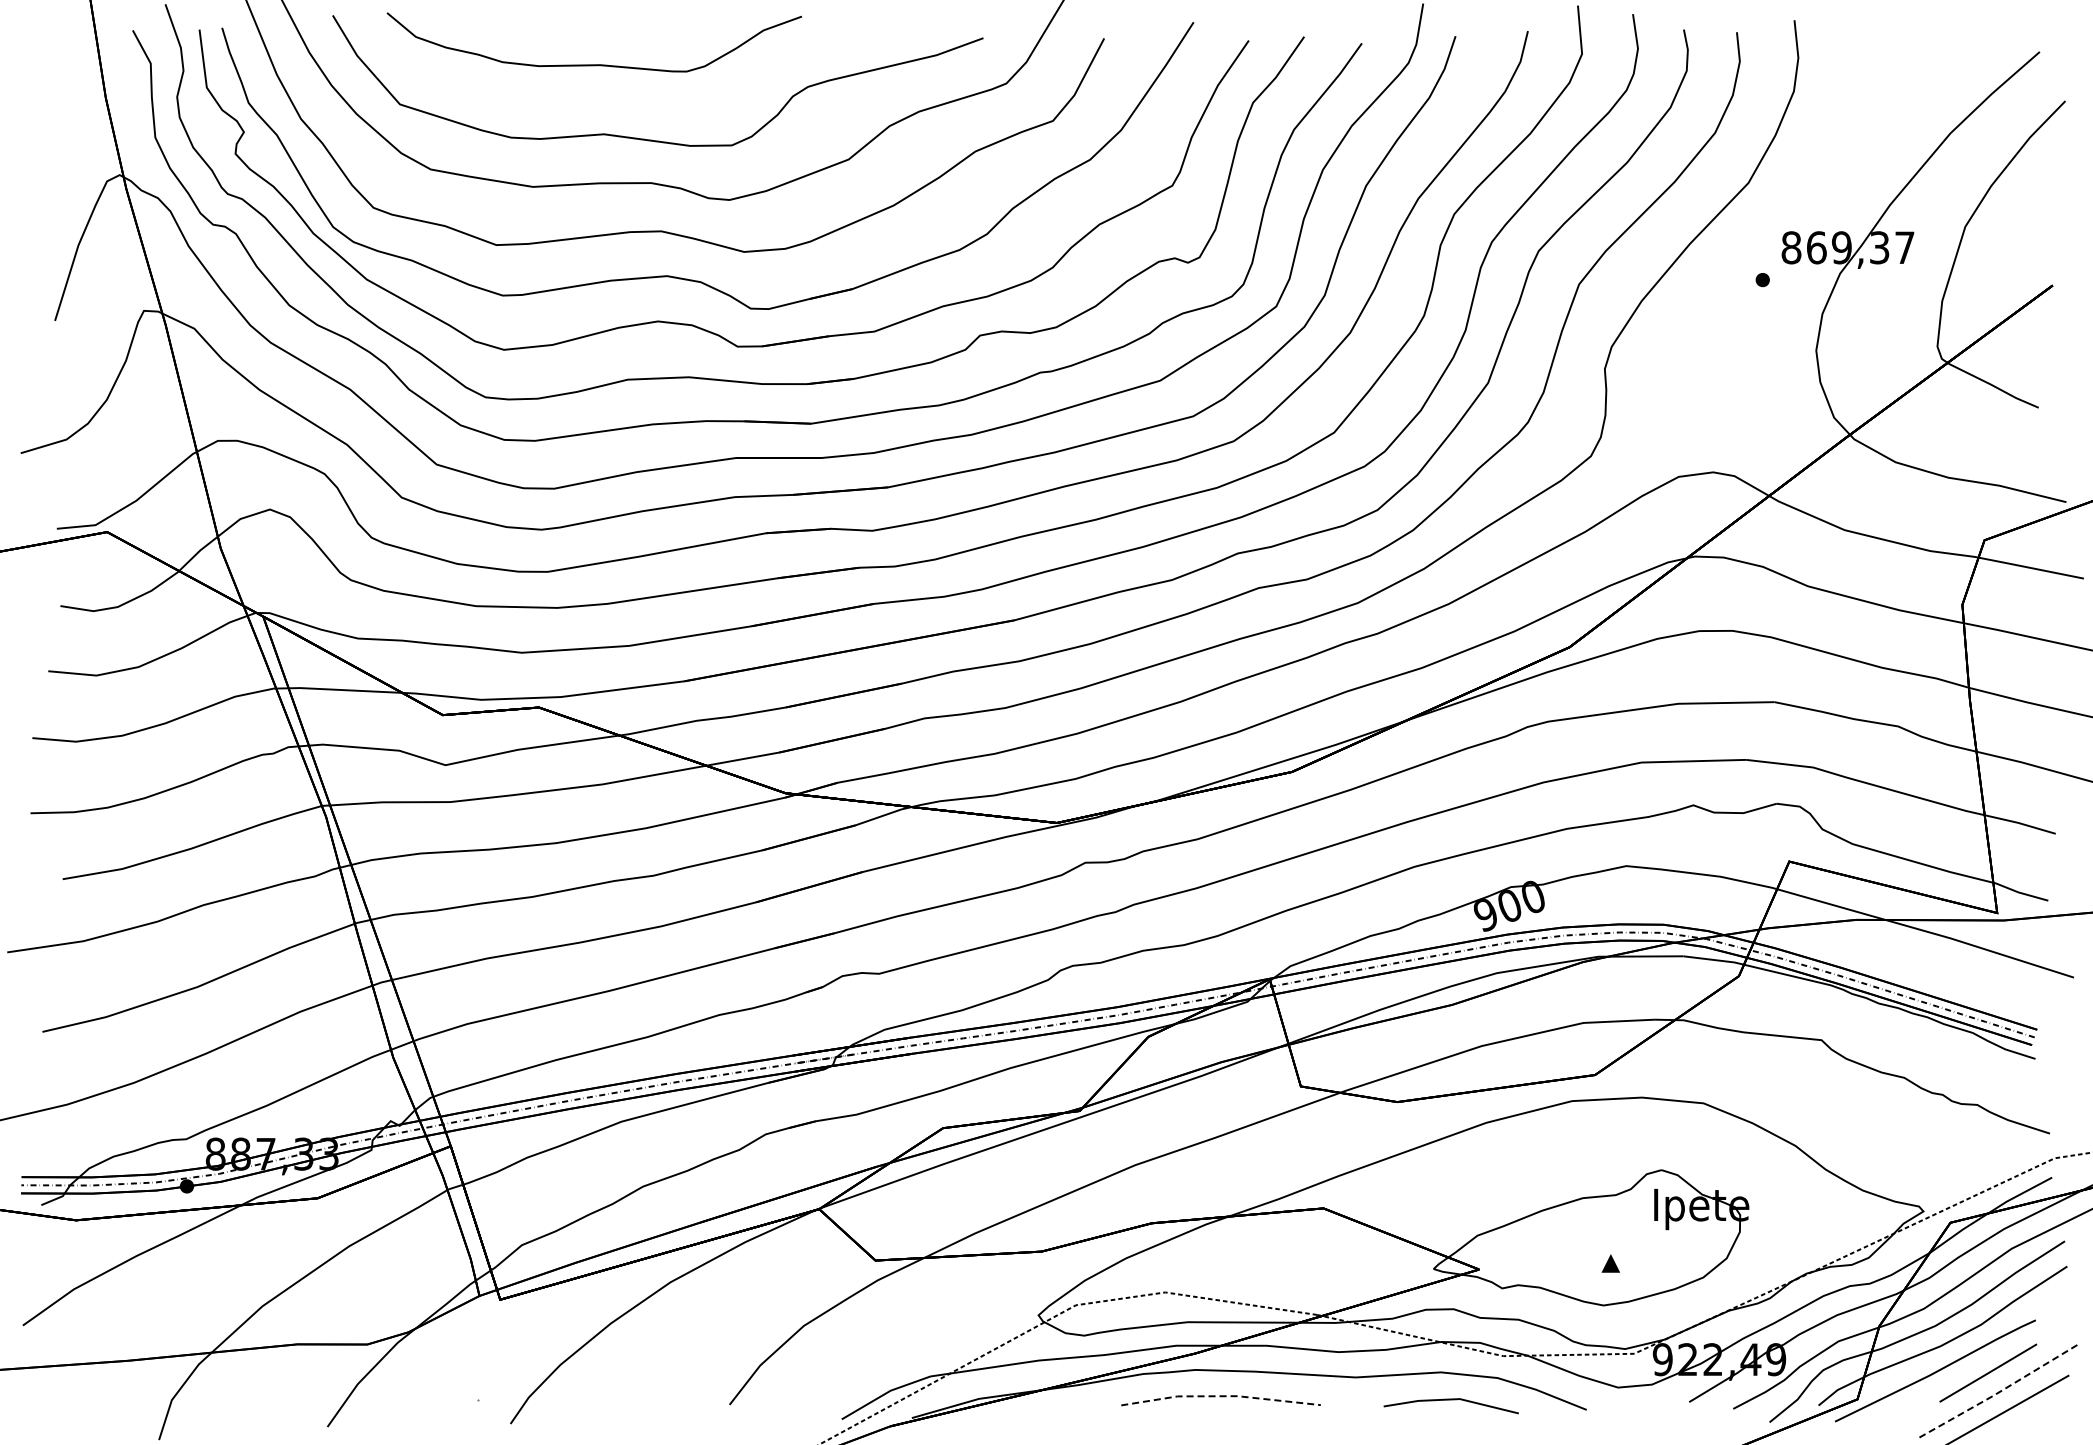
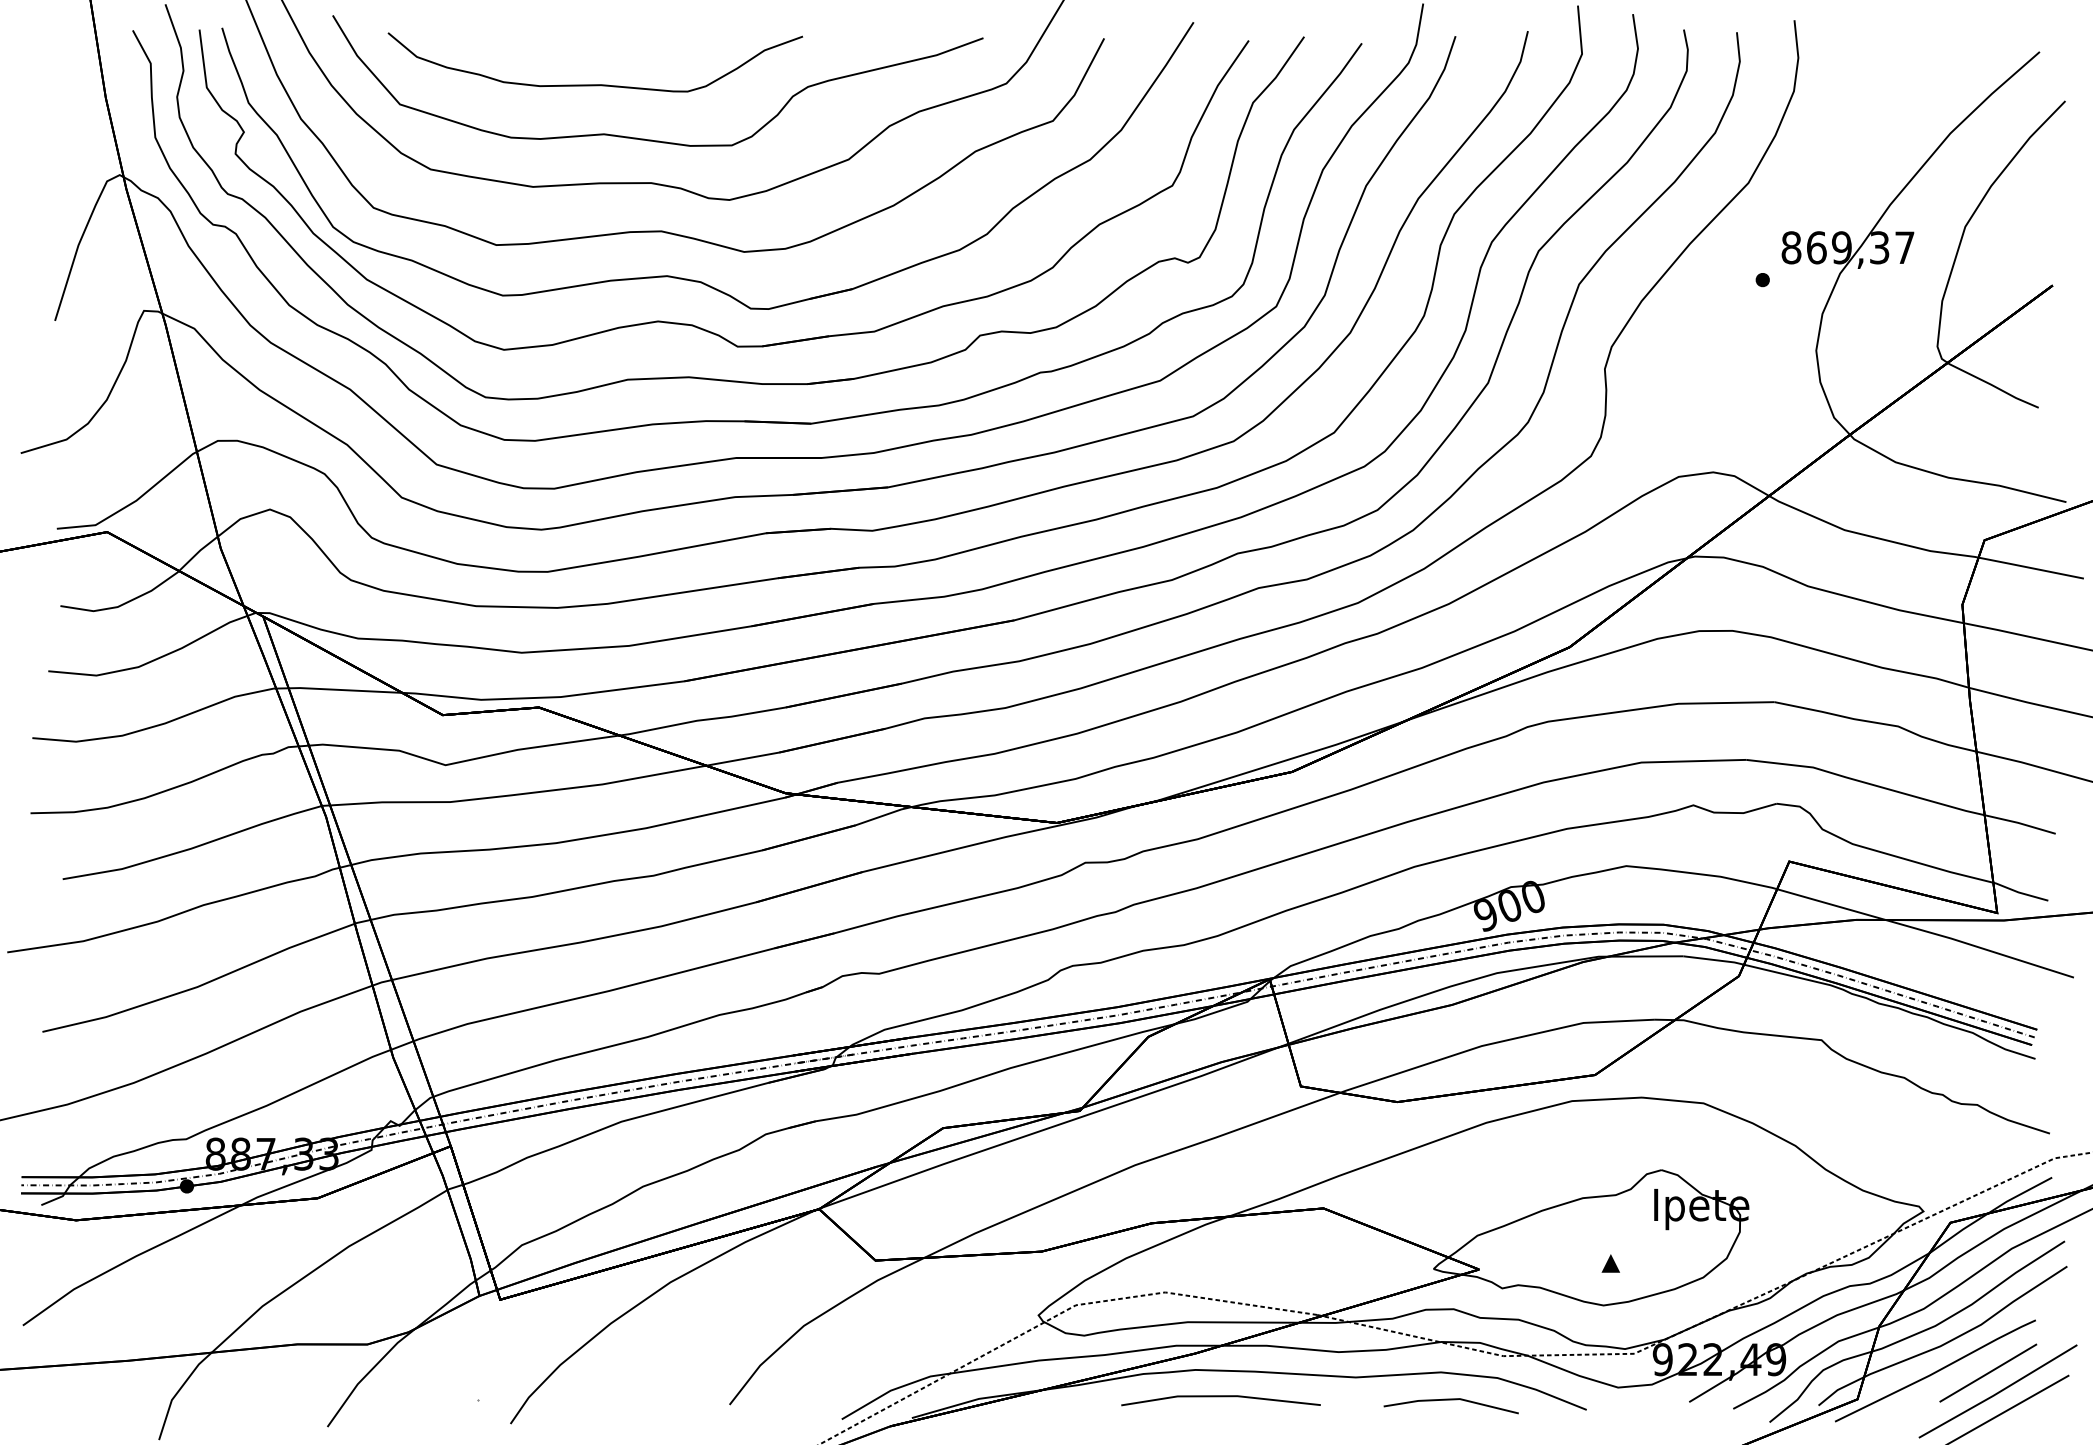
curve at (594, 64) position: (594, 64) -> (595, 84)
line at (1998, 1392): dashed -> solid
line at (1220, 1396): dashed -> solid
